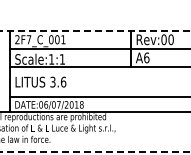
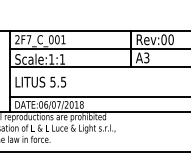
line at (95, 30): dashed -> solid
text at (146, 57): A6 -> A3
text at (58, 81): 3.6 -> 5.5
line at (95, 151): dashed -> solid
